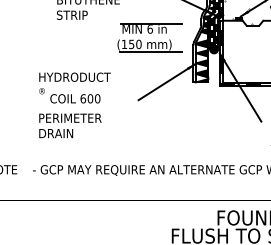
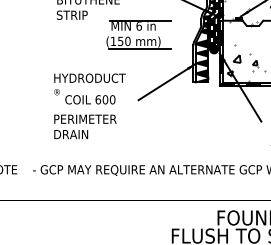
part at (149, 37) position: (149, 37) -> (138, 34)
hatch at (246, 51): none -> present
text at (74, 105) position: (74, 105) -> (89, 106)
